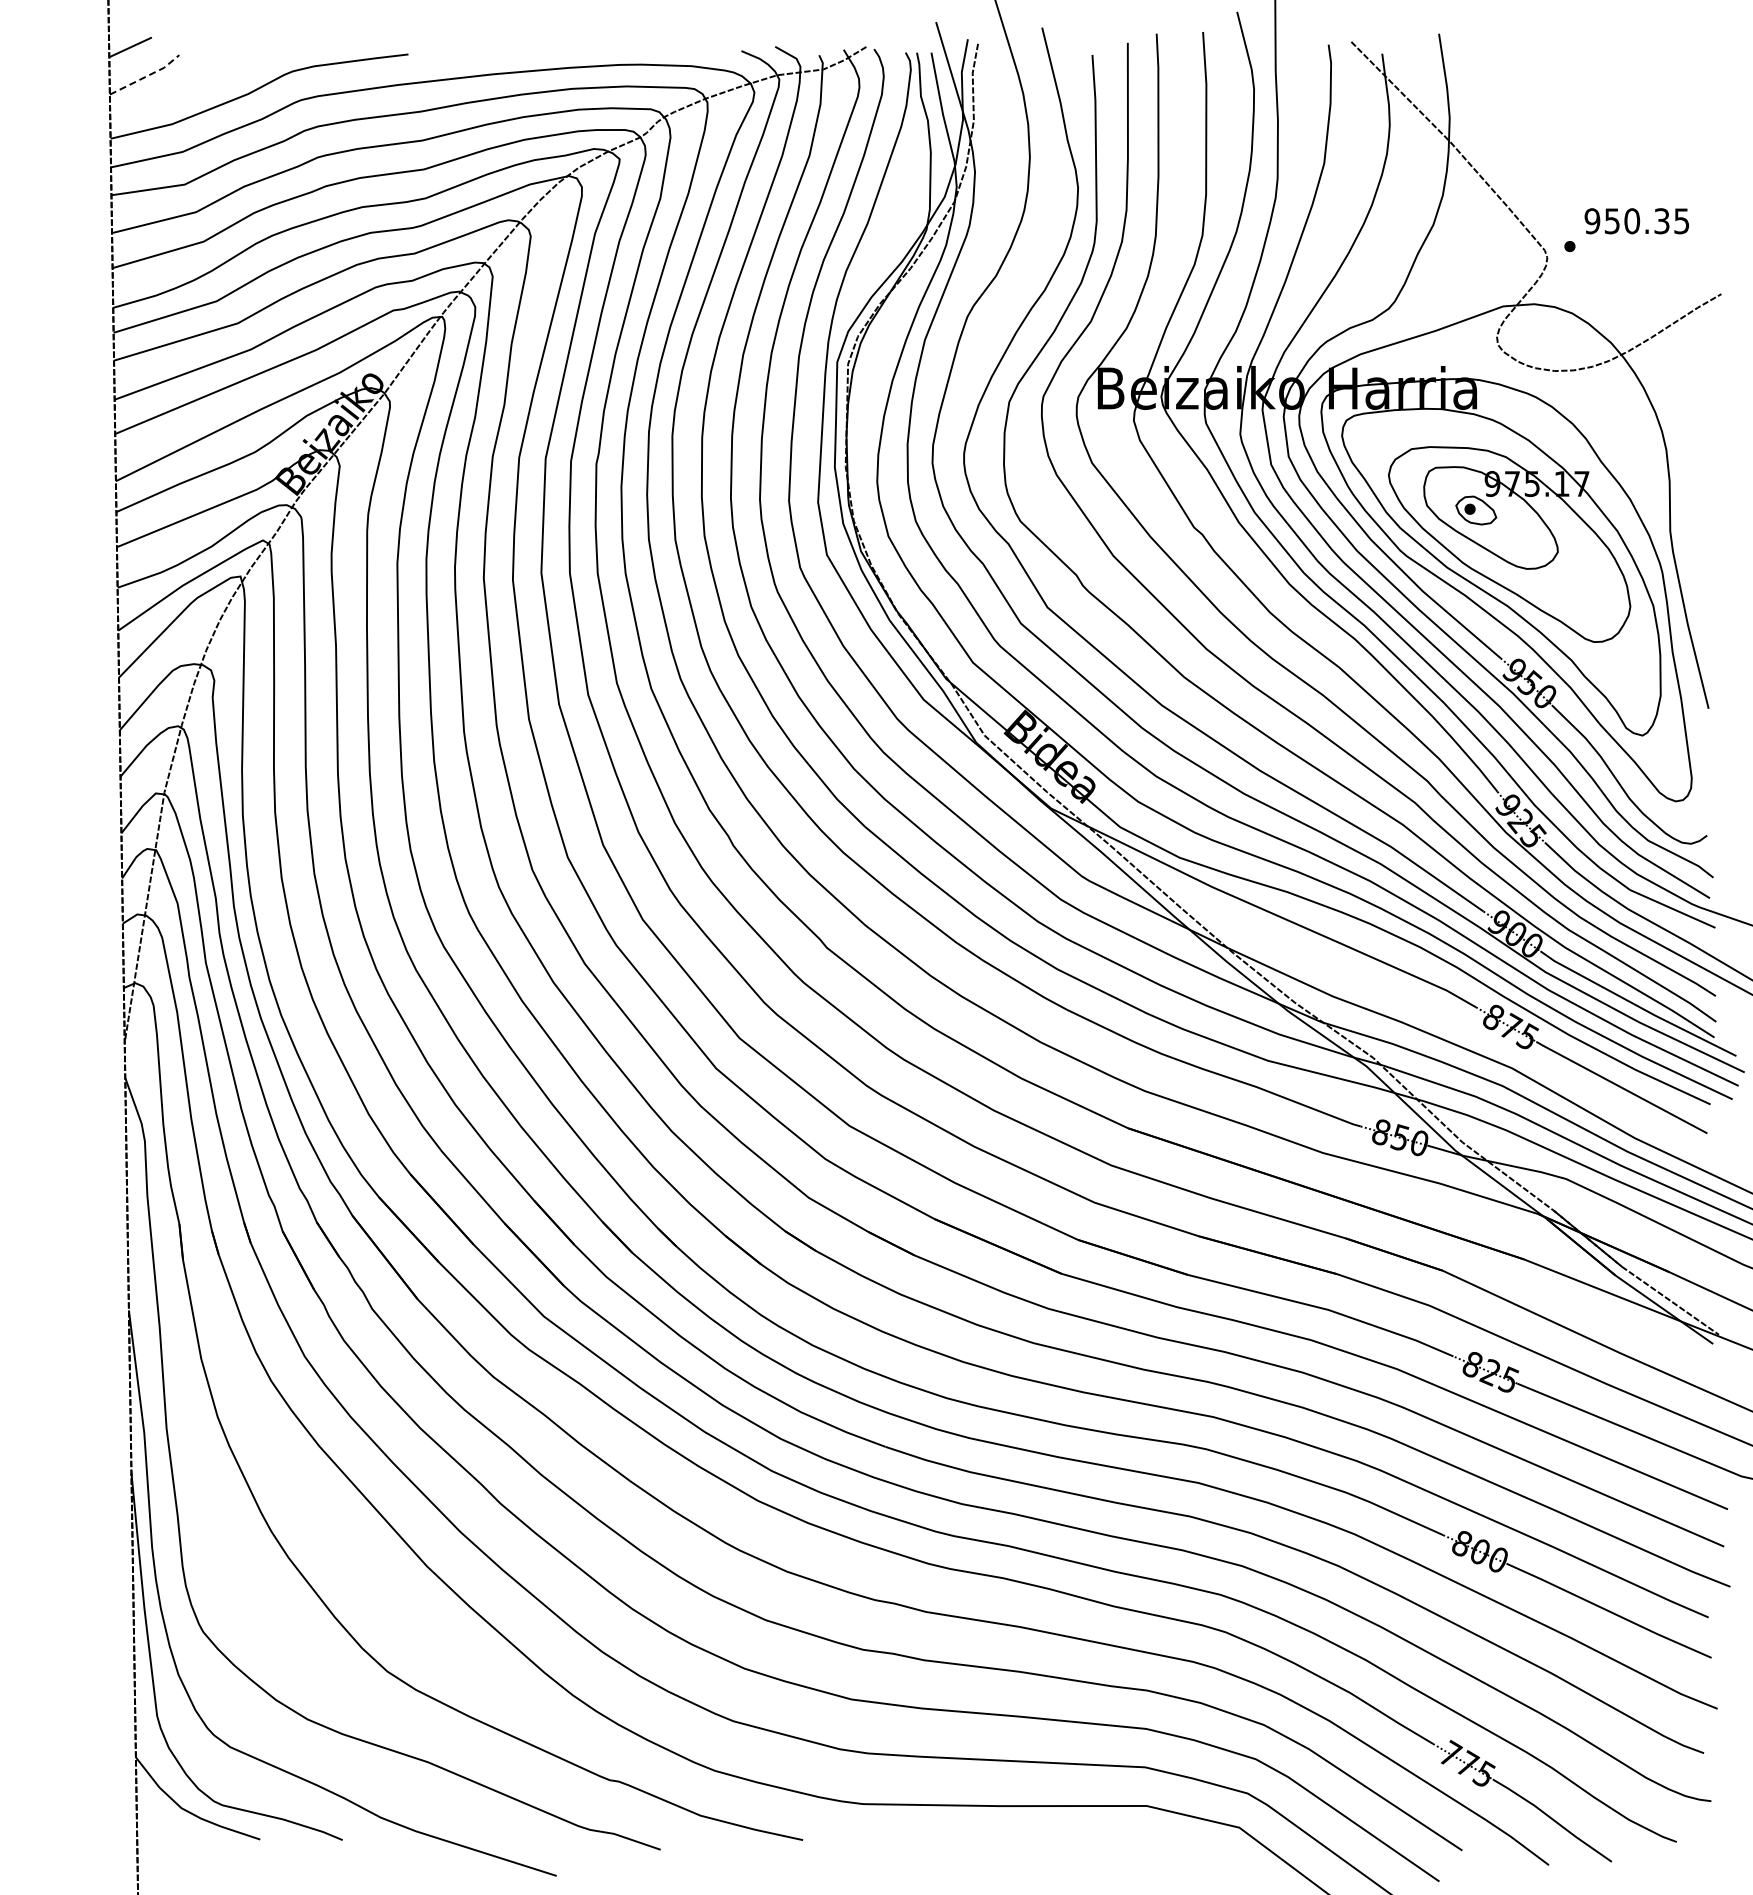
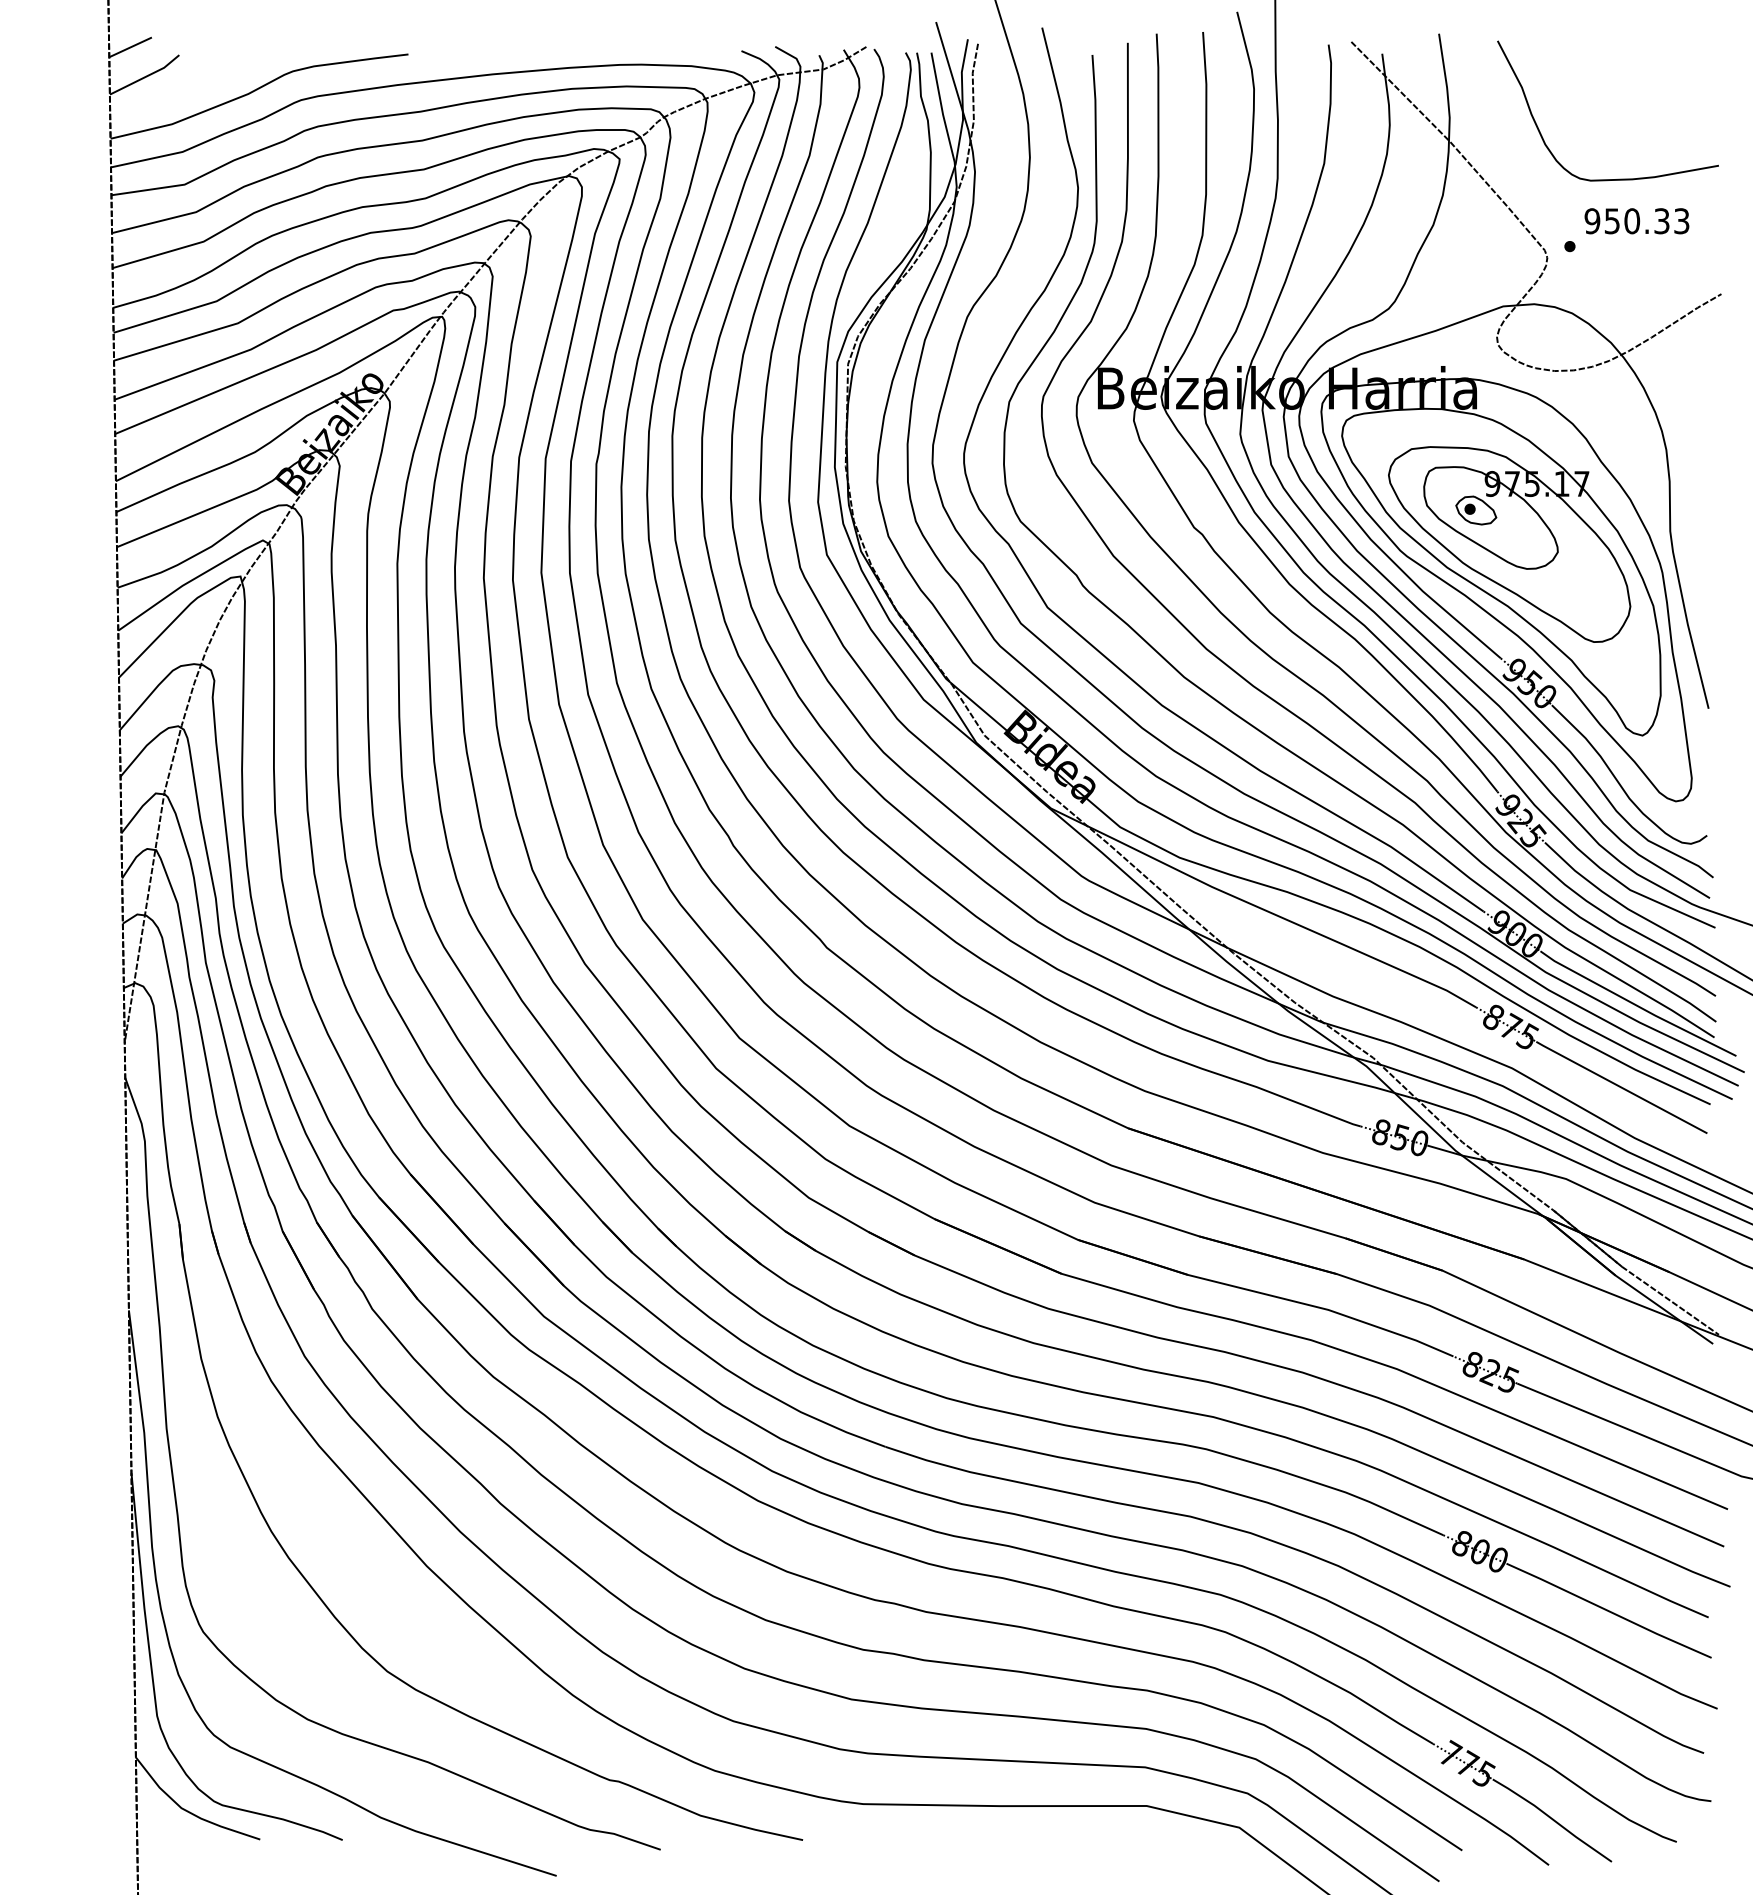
line at (146, 76): dashed -> solid
curve at (1618, 178): none -> present
text at (1682, 220): 950.35 -> 950.33
